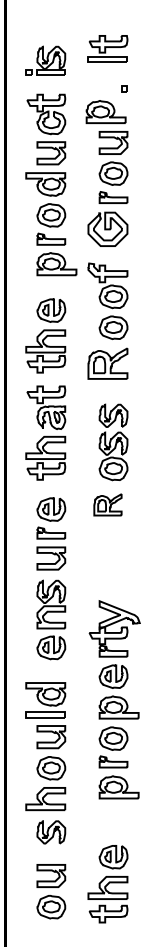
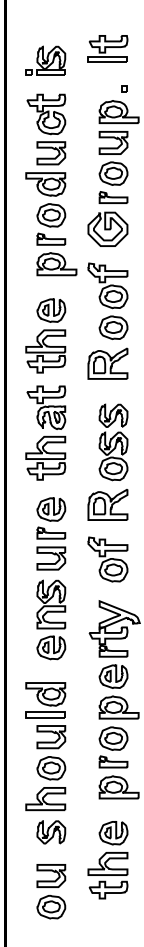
part at (105, 111) position: (105, 111) -> (118, 111)
part at (107, 504) size: 30x24 px -> 42x32 px
part at (107, 559): none -> present
part at (107, 884) position: (107, 884) -> (107, 860)
